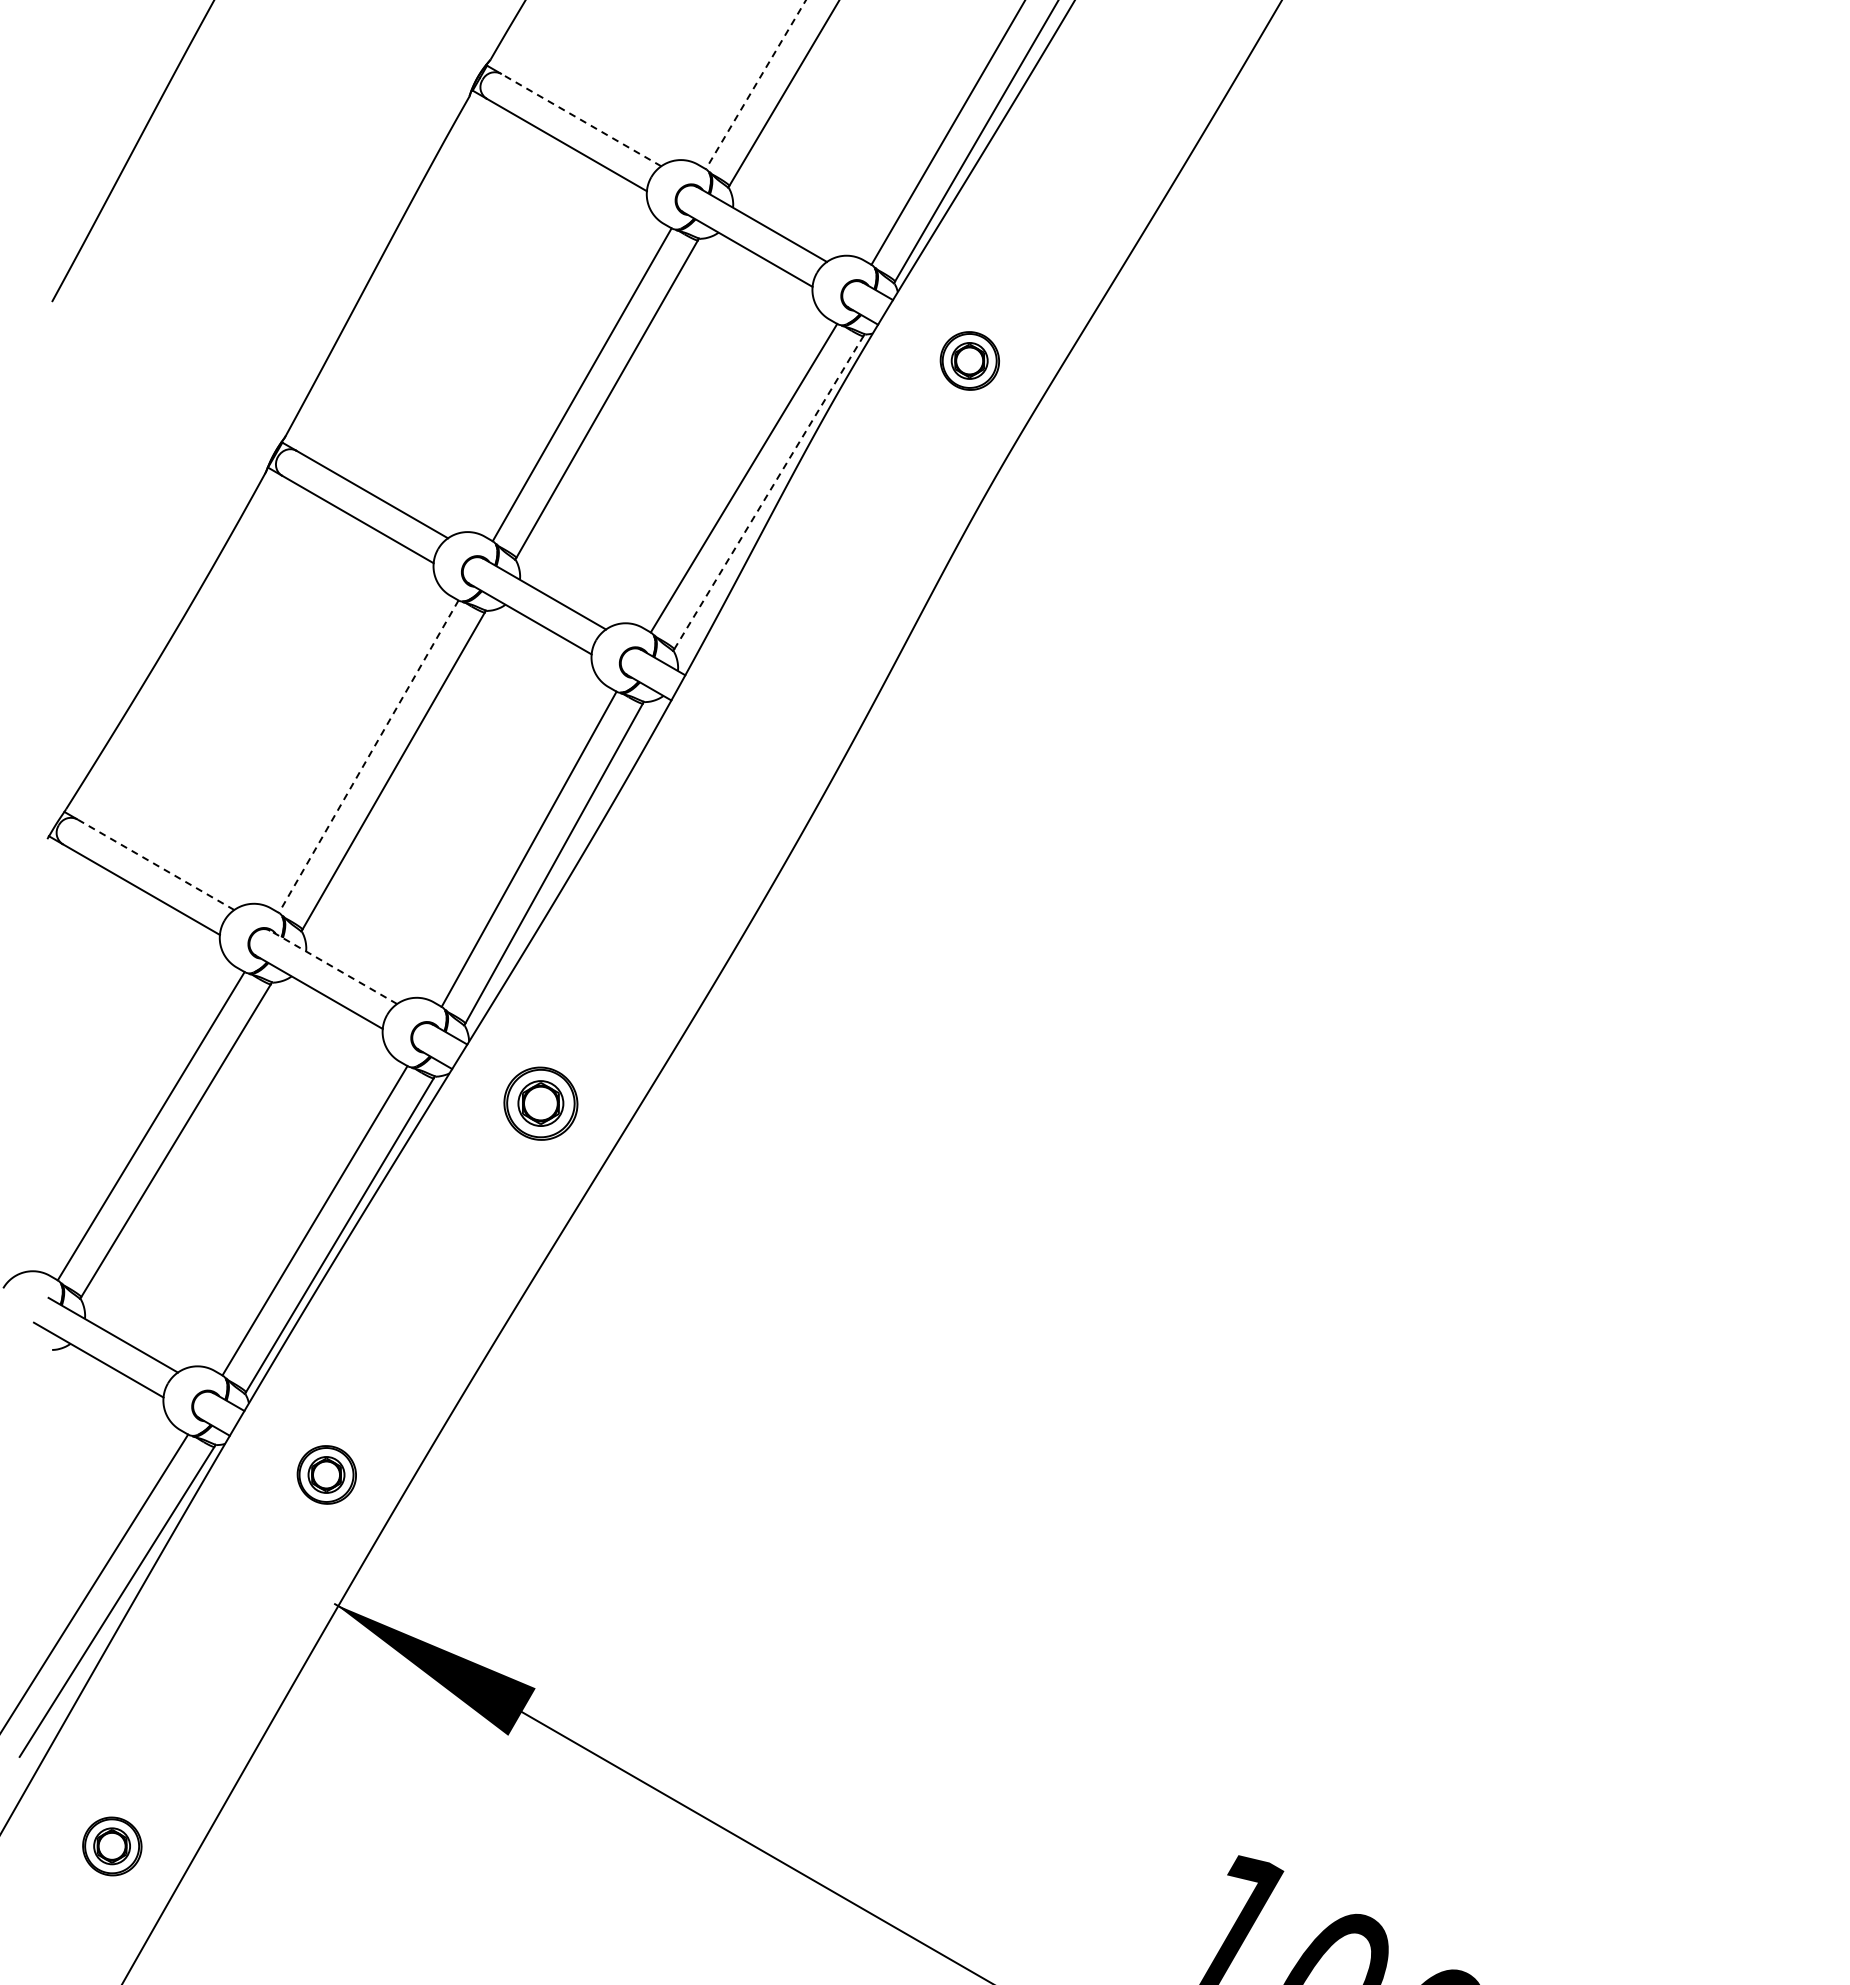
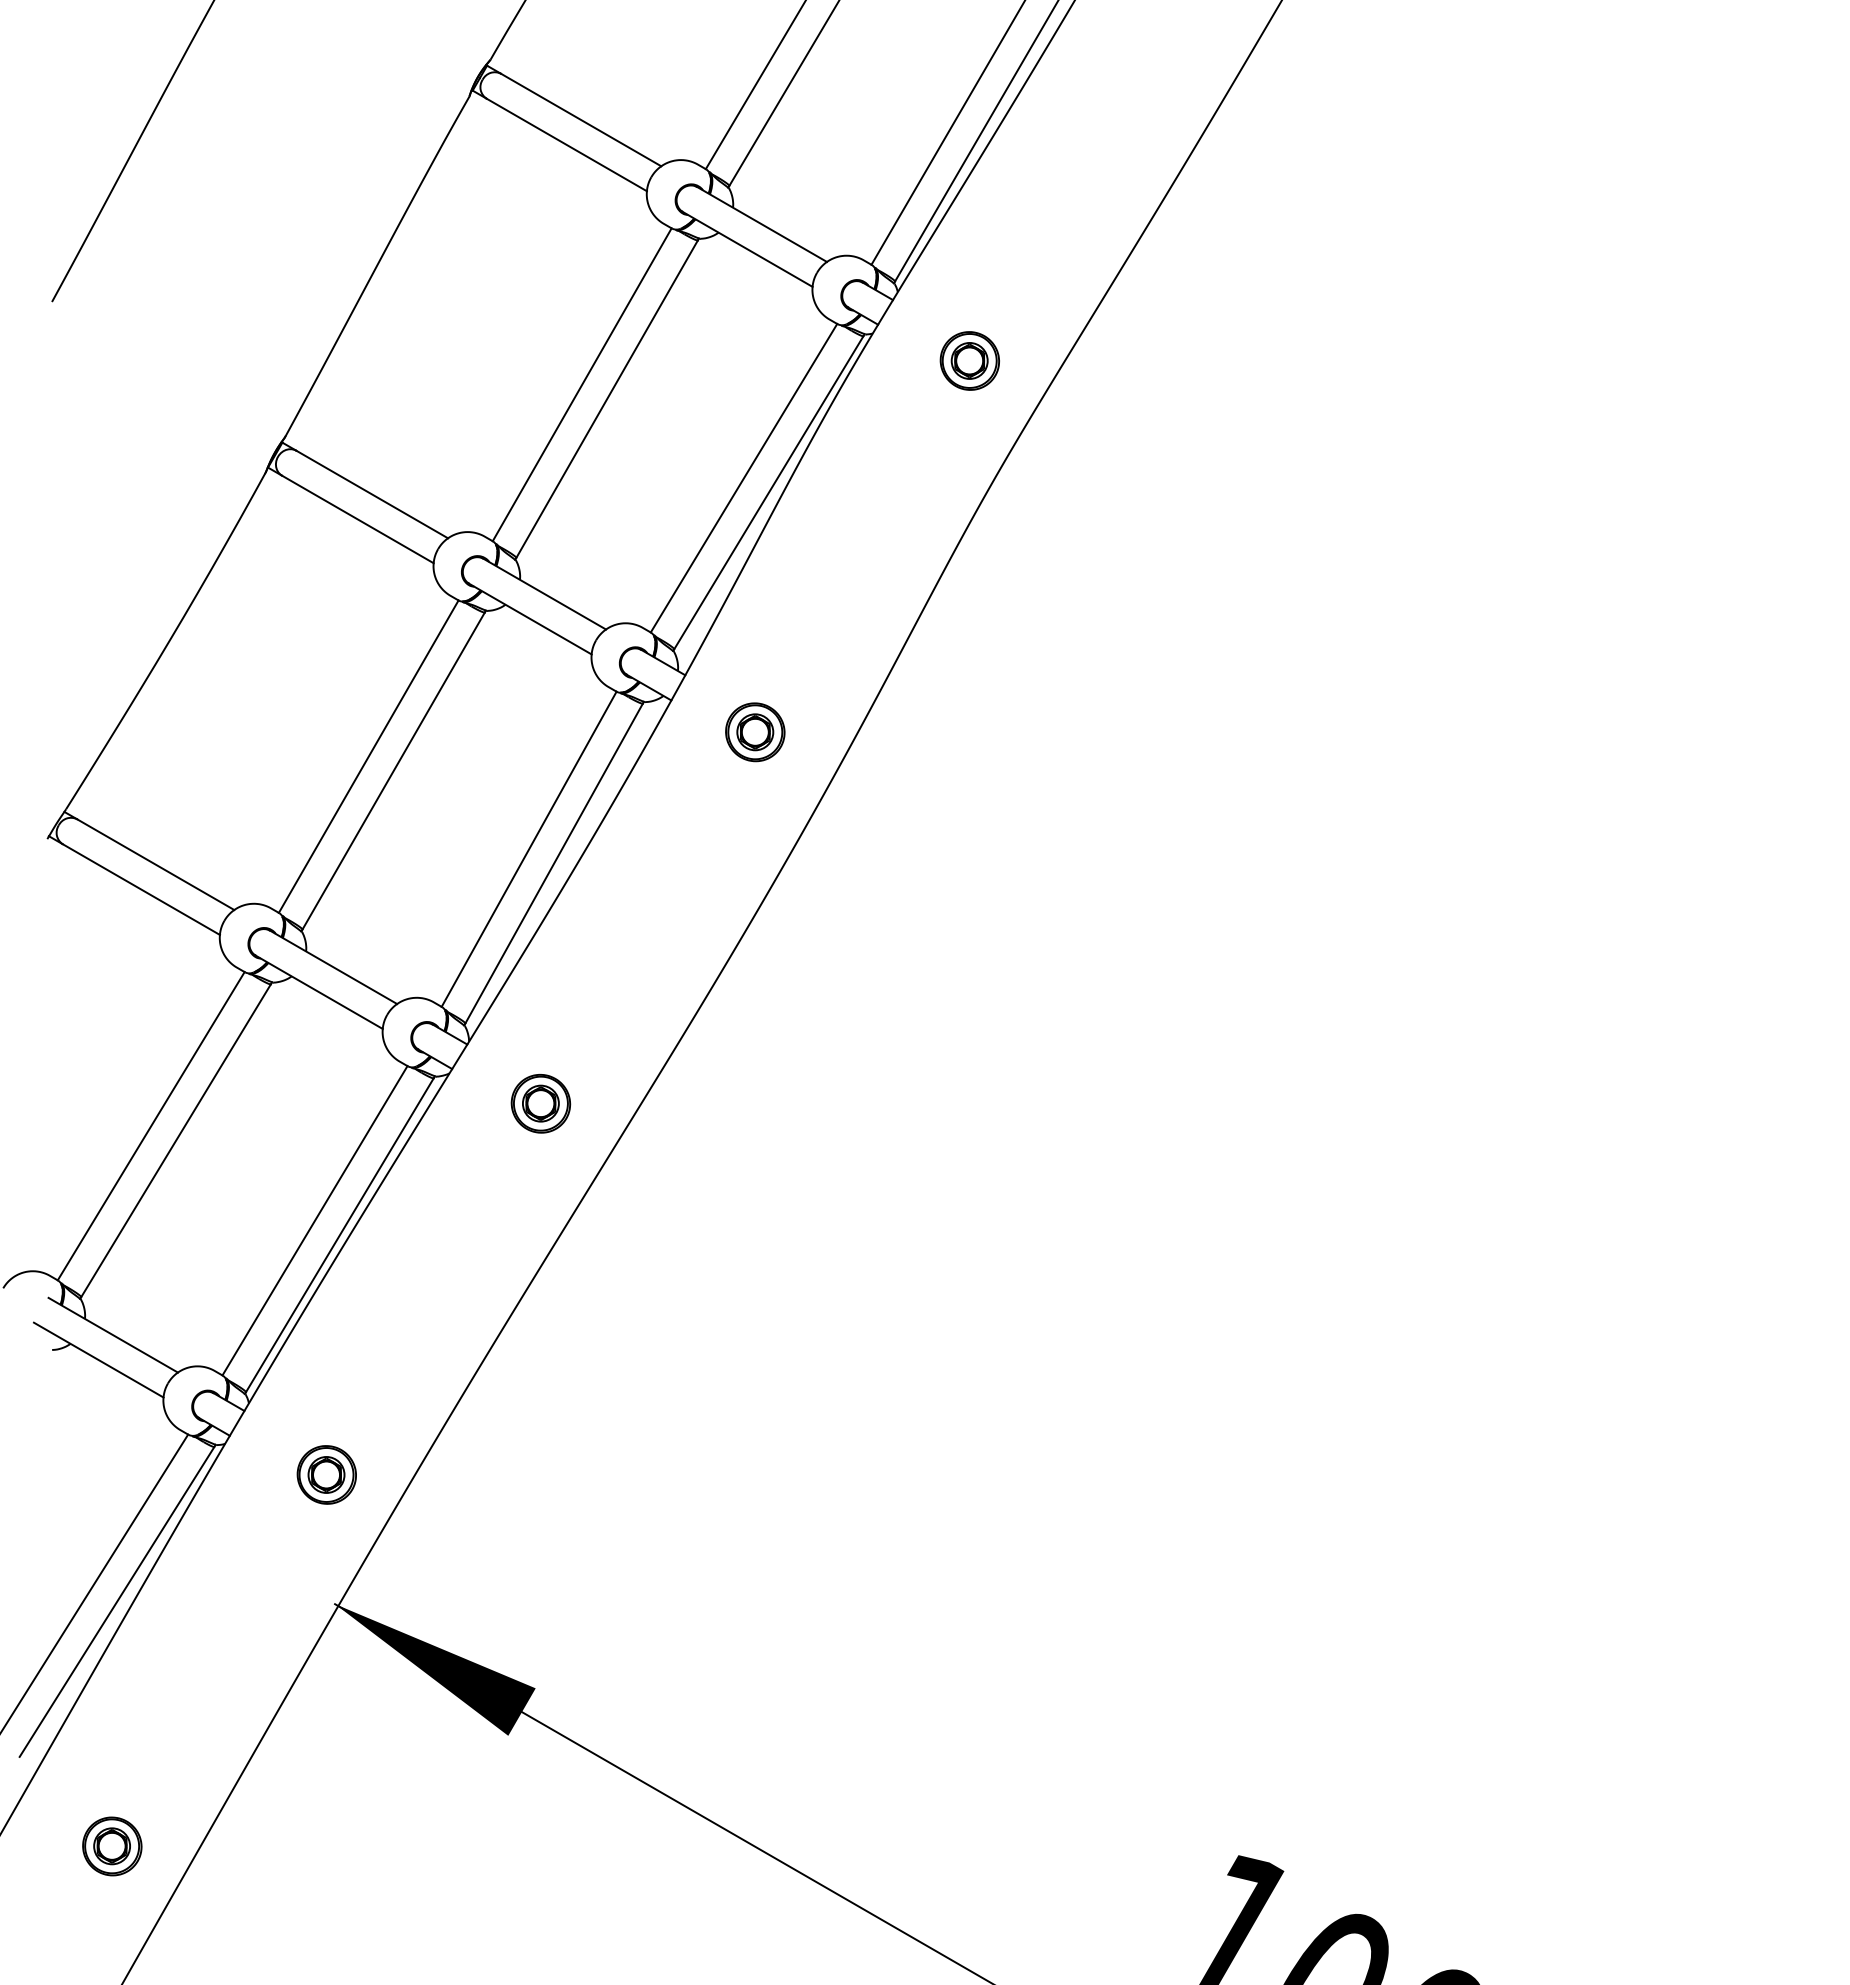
line at (755, 84): dashed -> solid
line at (581, 120): dashed -> solid
line at (768, 492): dashed -> solid
part at (755, 732): none -> present
line at (368, 757): dashed -> solid
line at (155, 864): dashed -> solid
line at (333, 967): dashed -> solid
part at (540, 1103) size: 76x75 px -> 62x60 px
